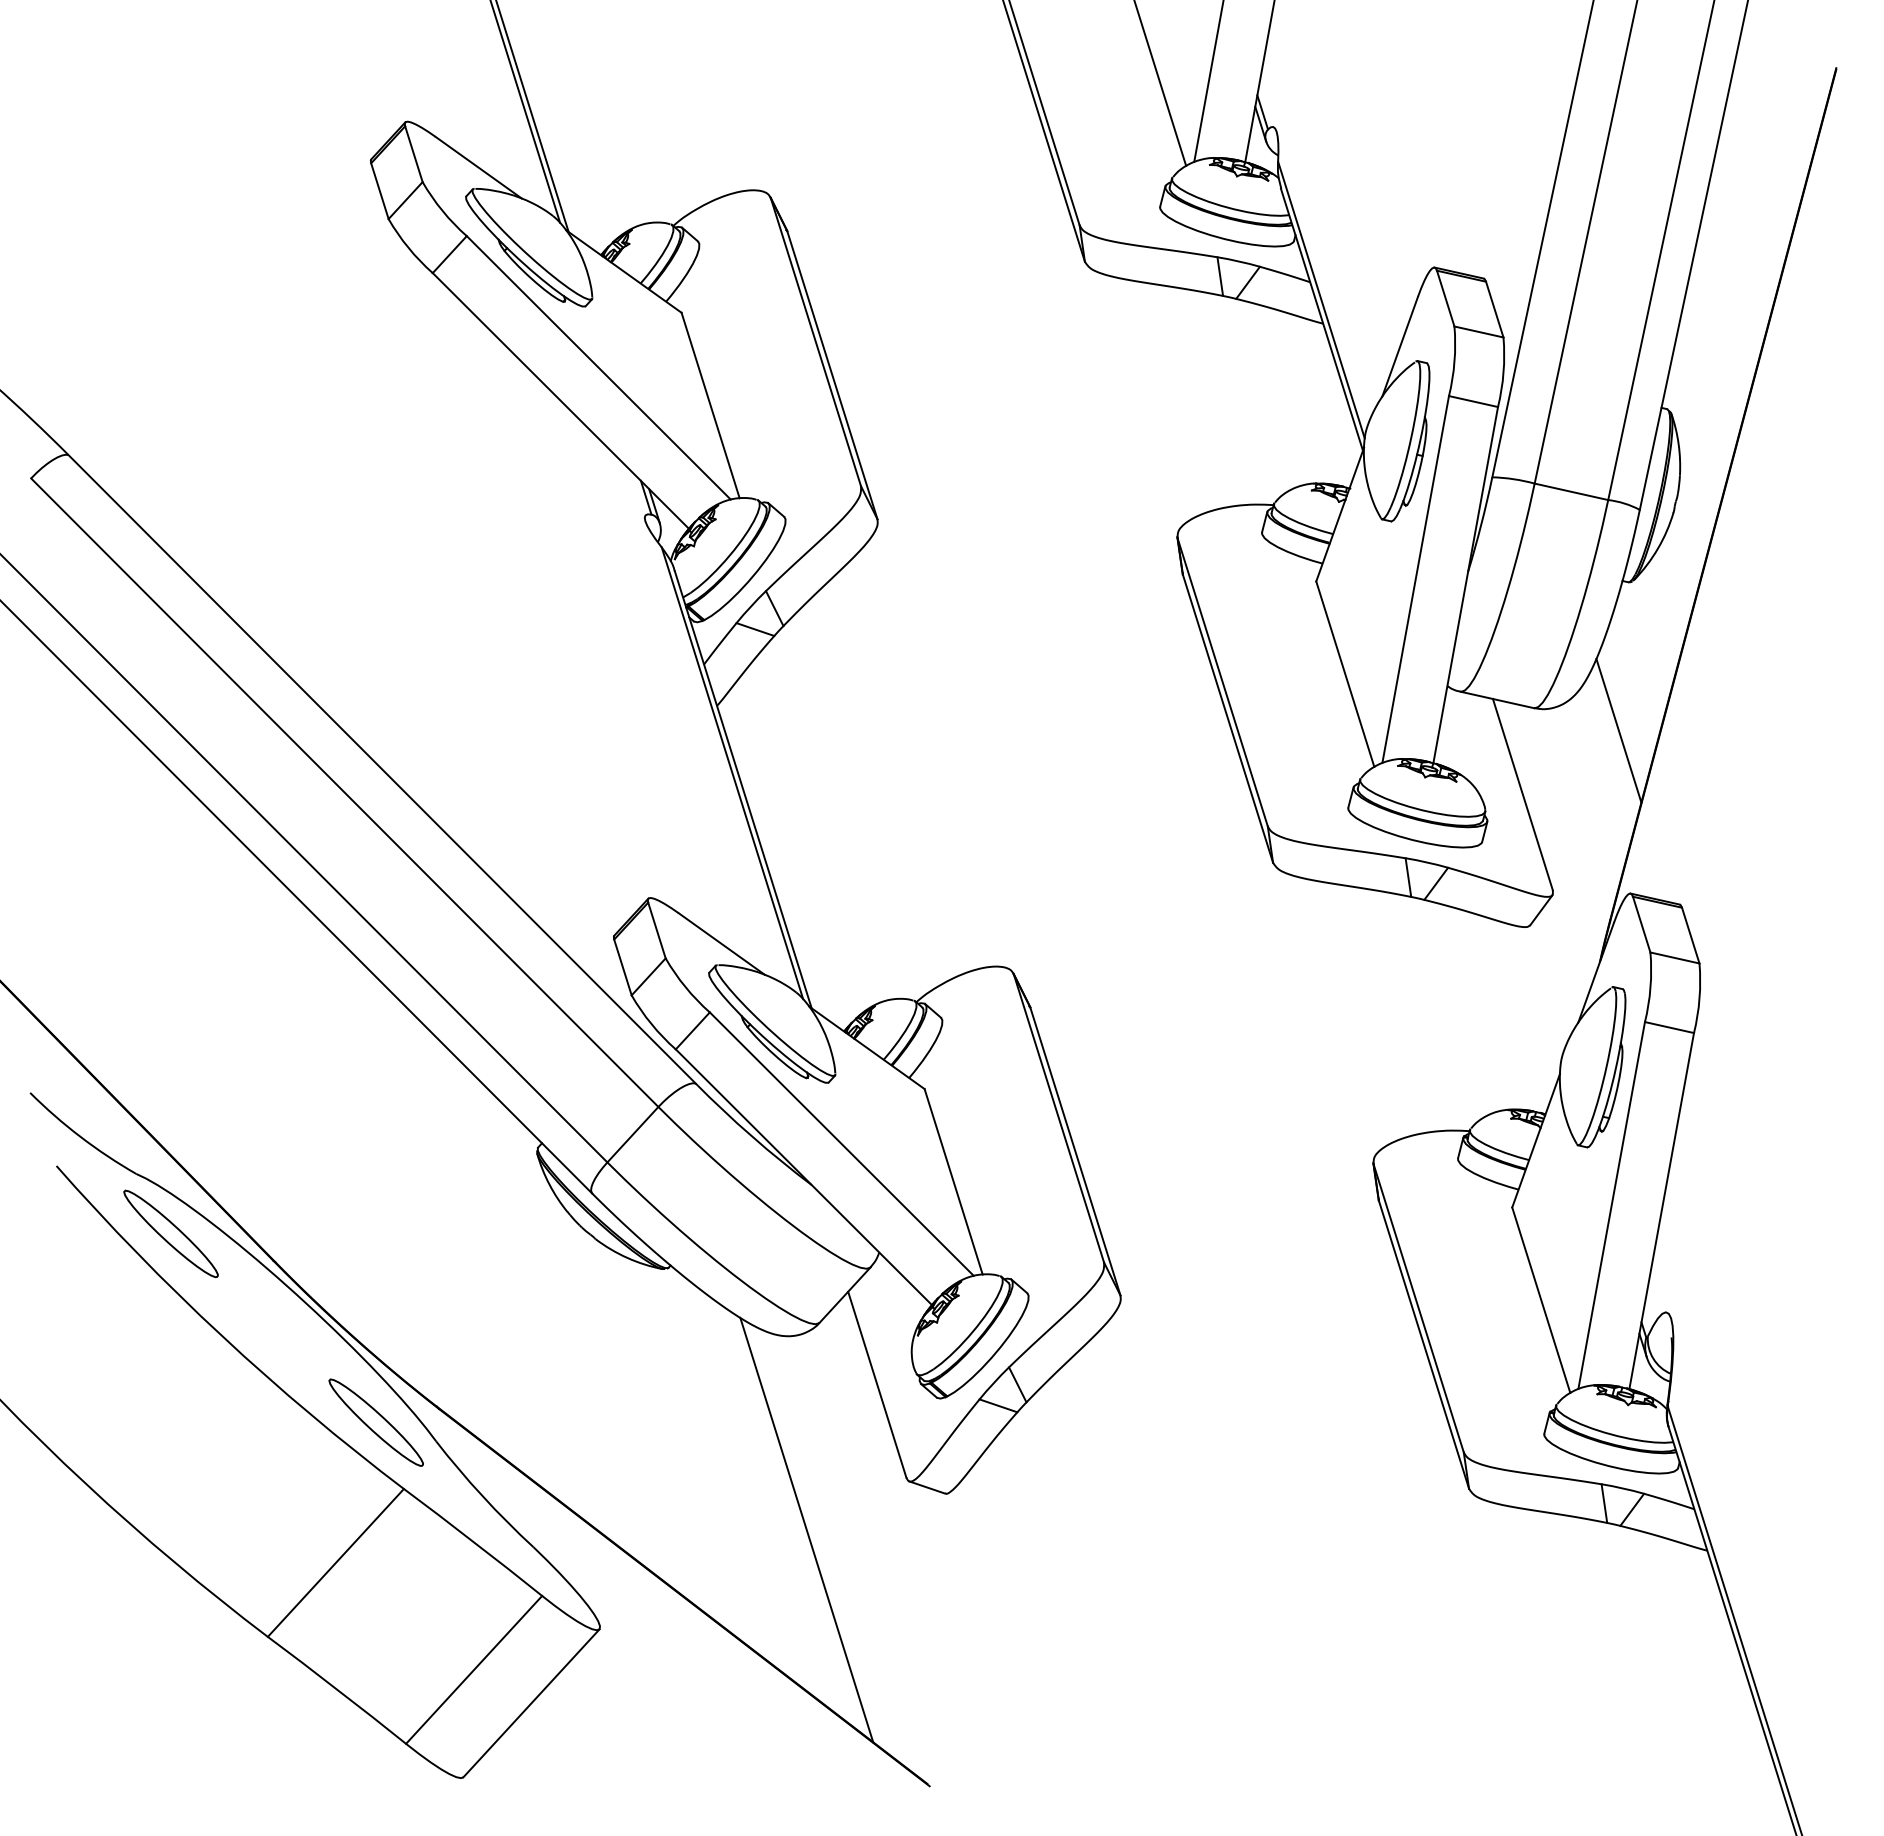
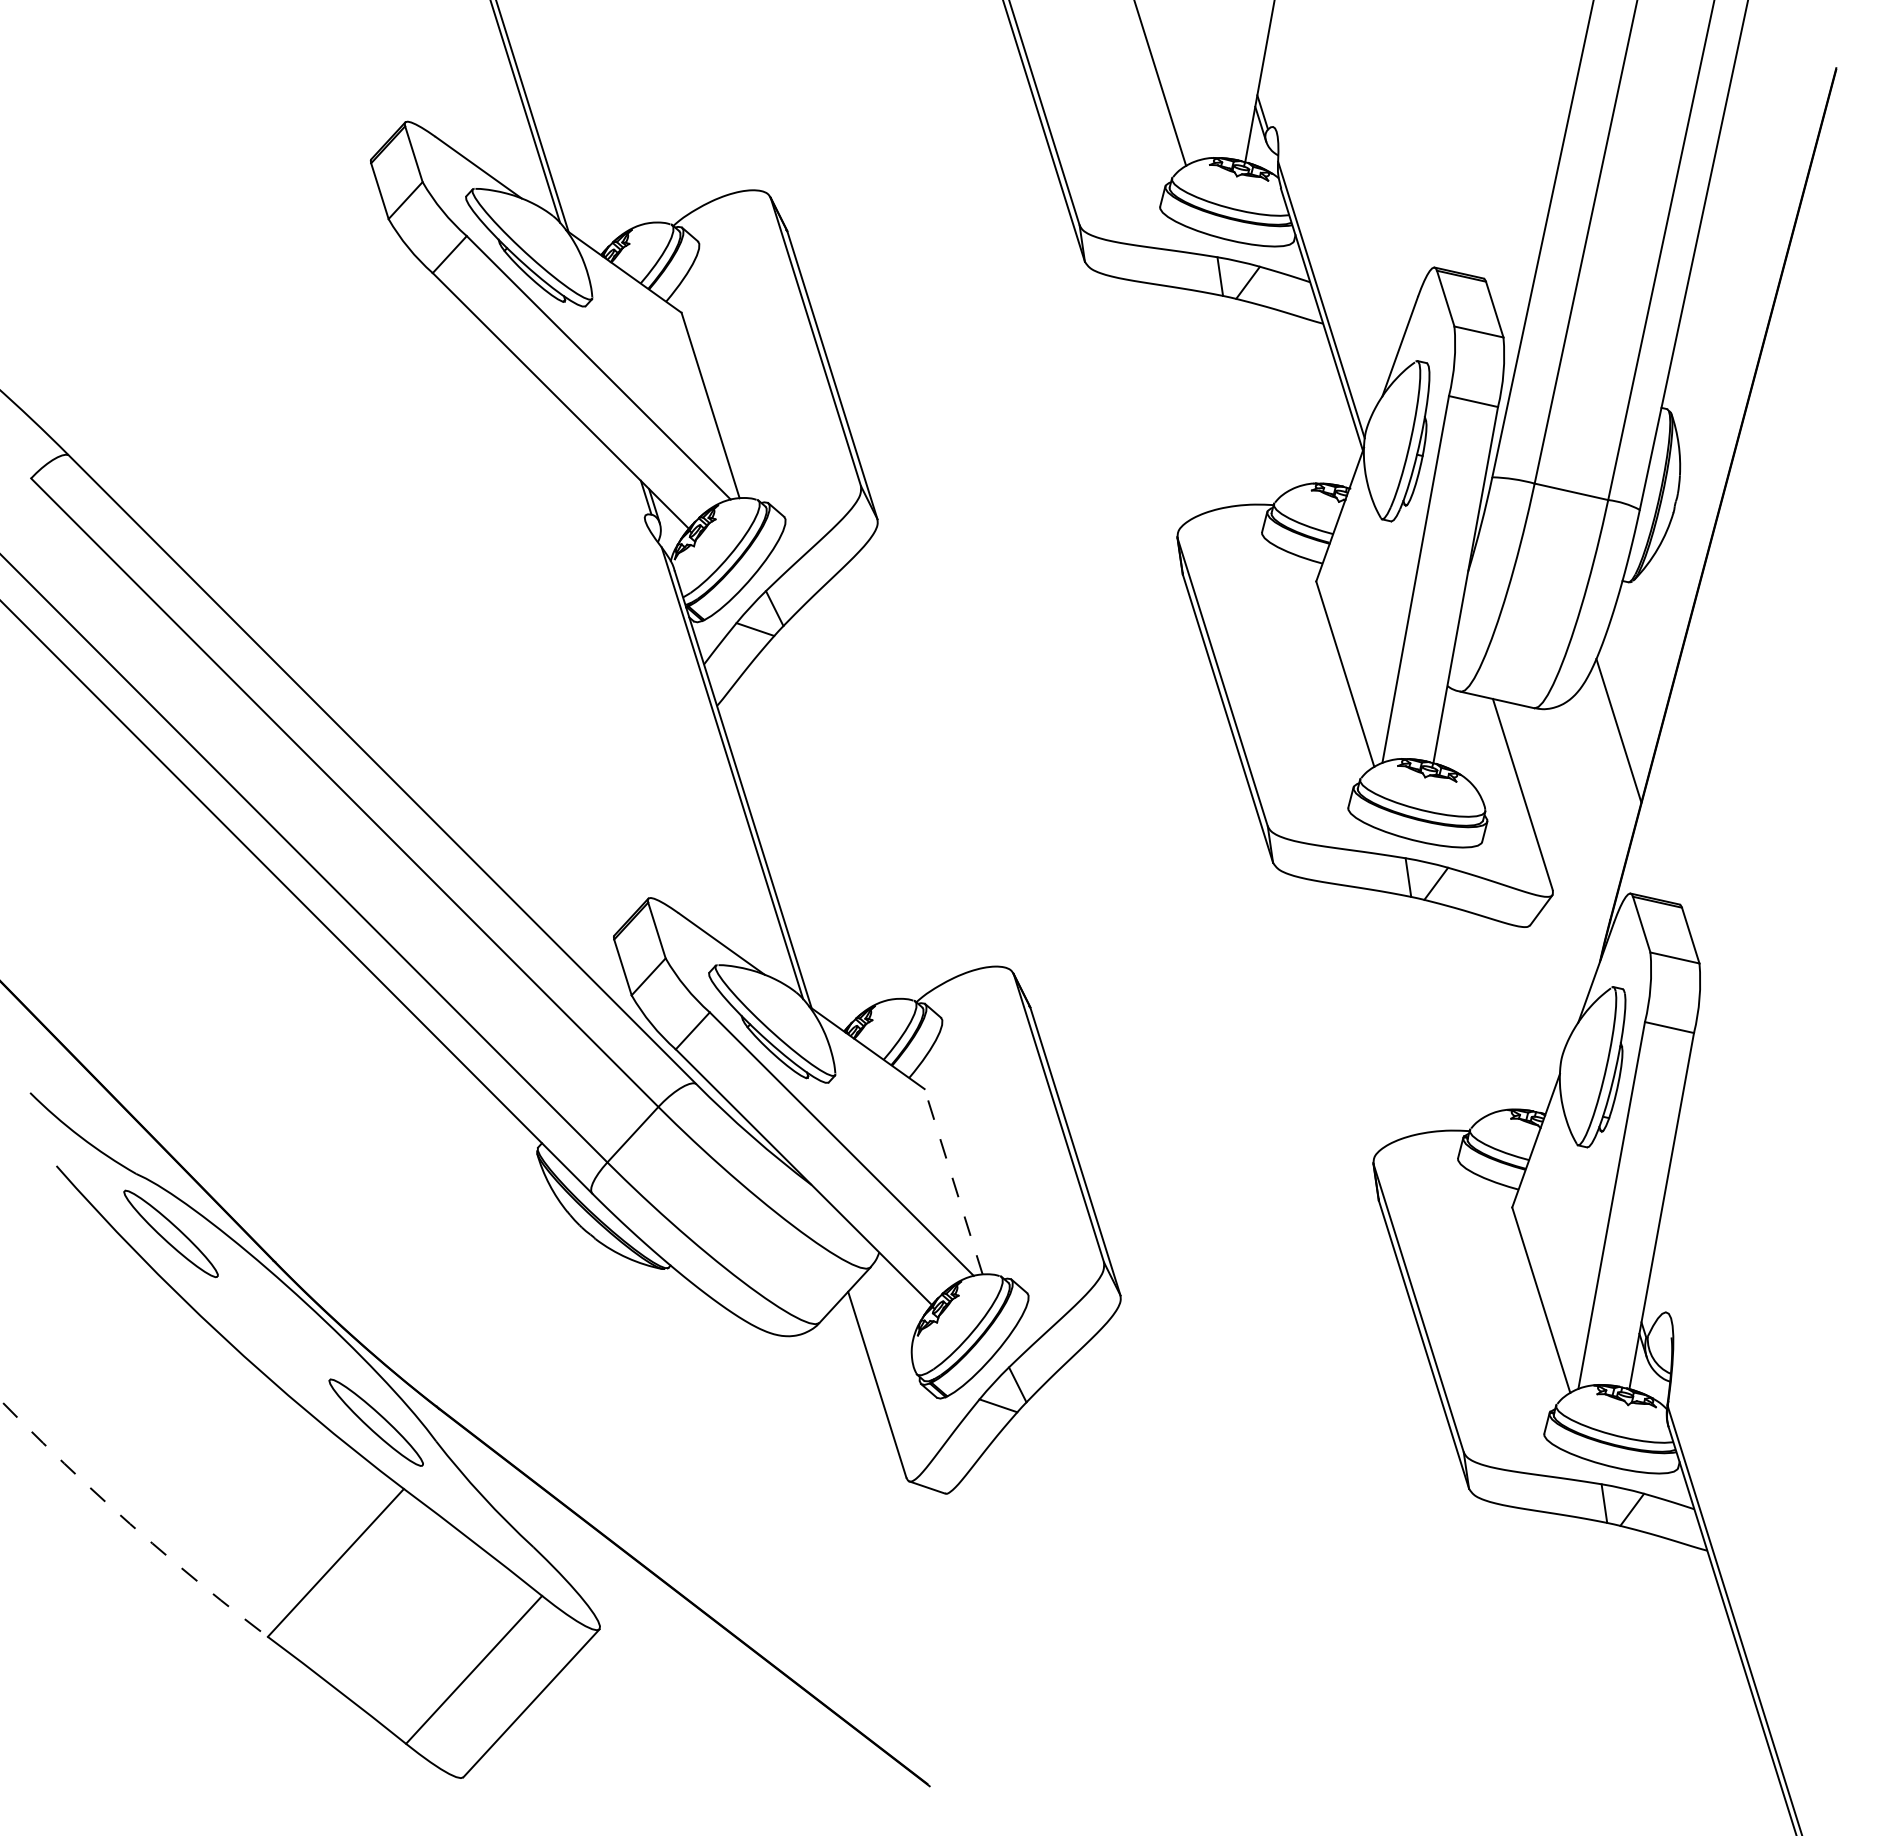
line at (1208, 81): present -> none
line at (953, 1181): solid -> dashed
arc at (130, 1523): solid -> dashed
line at (806, 1529): present -> none
